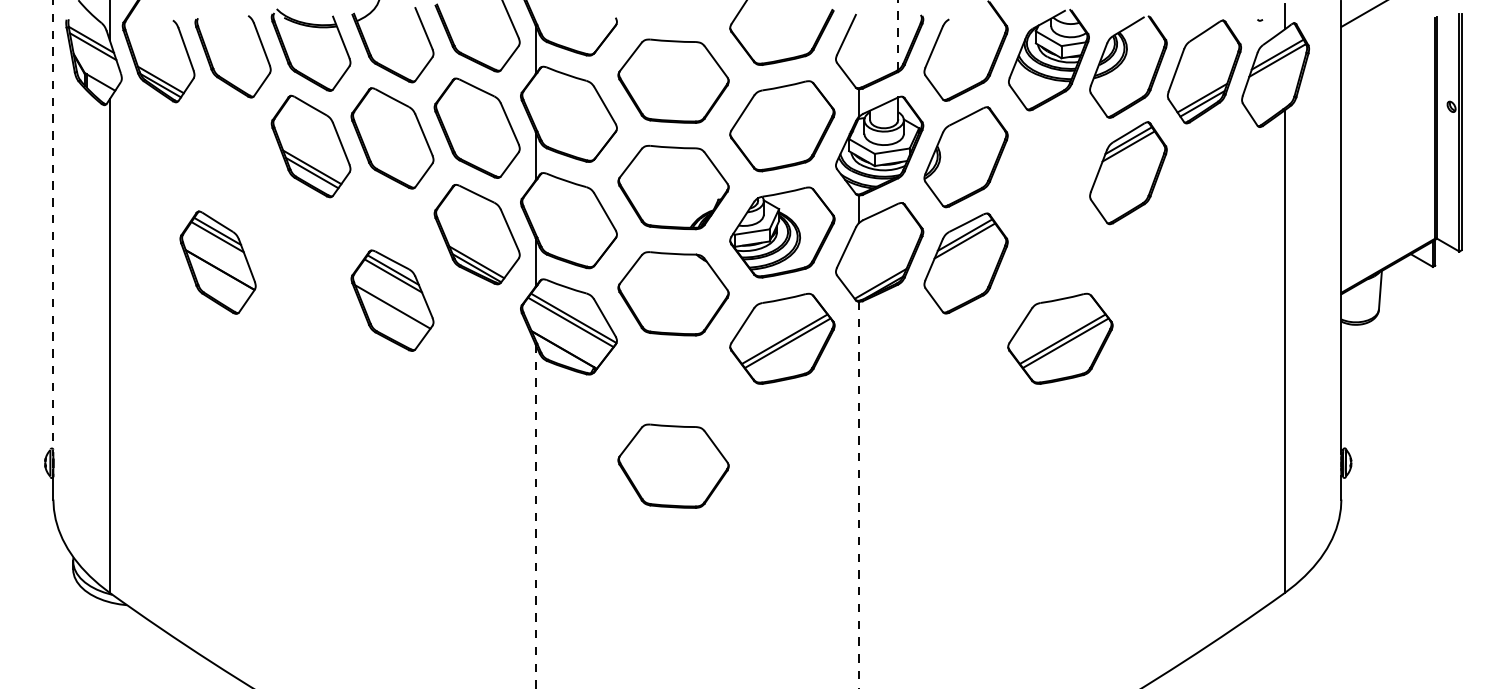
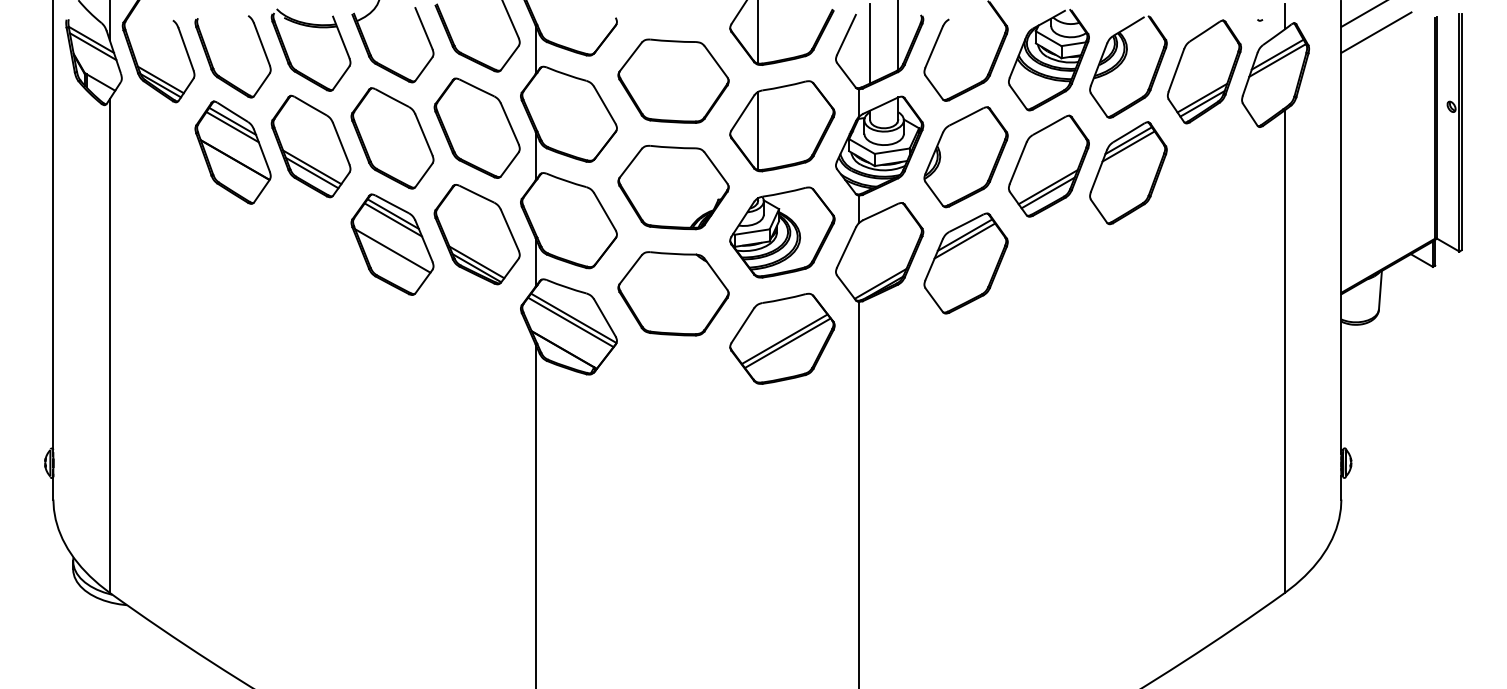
line at (758, 32): none -> present
line at (1376, 32): none -> present
line at (898, 35): dashed -> solid
line at (870, 43): none -> present
line at (758, 130): none -> present
part at (1048, 165): none -> present
line at (53, 228): dashed -> solid
part at (217, 262) position: (217, 262) -> (232, 152)
part at (392, 300) position: (392, 300) -> (392, 244)
part at (1060, 338): present -> none
part at (673, 465): present -> none
line at (858, 495): dashed -> solid
line at (535, 516): dashed -> solid
